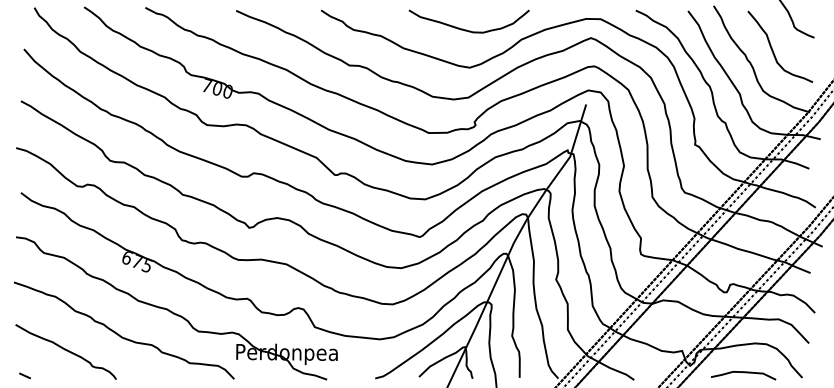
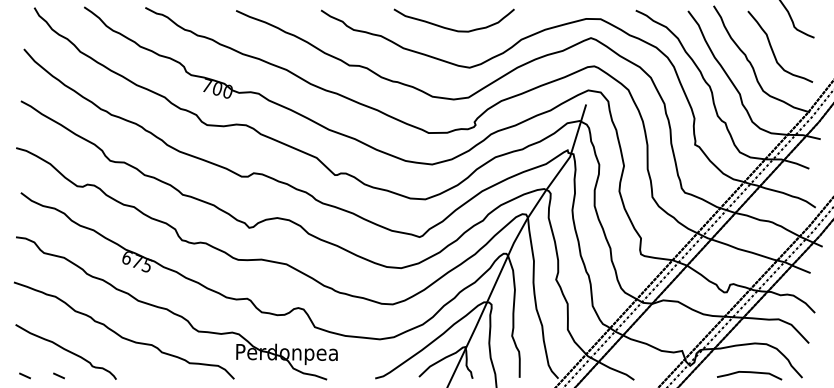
curve at (466, 29) position: (466, 29) -> (451, 28)
curve at (744, 373) position: (744, 373) -> (750, 373)
line at (58, 375): none -> present
